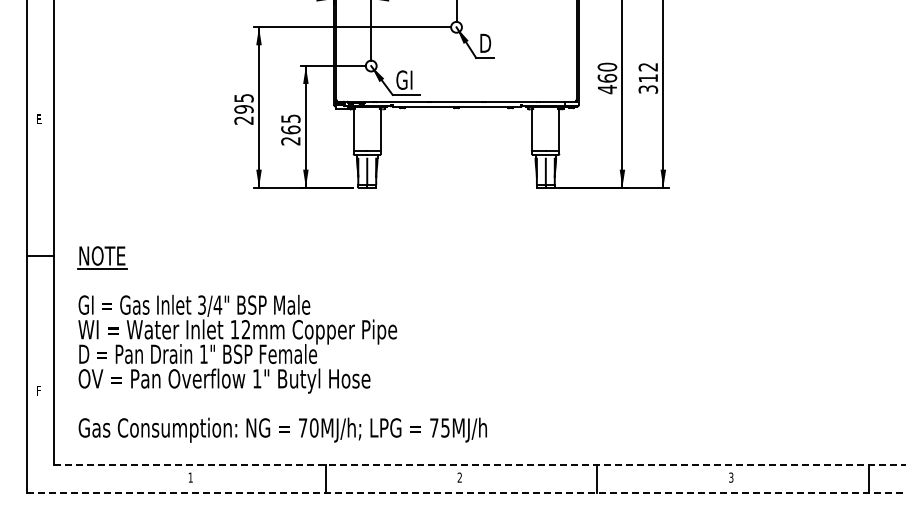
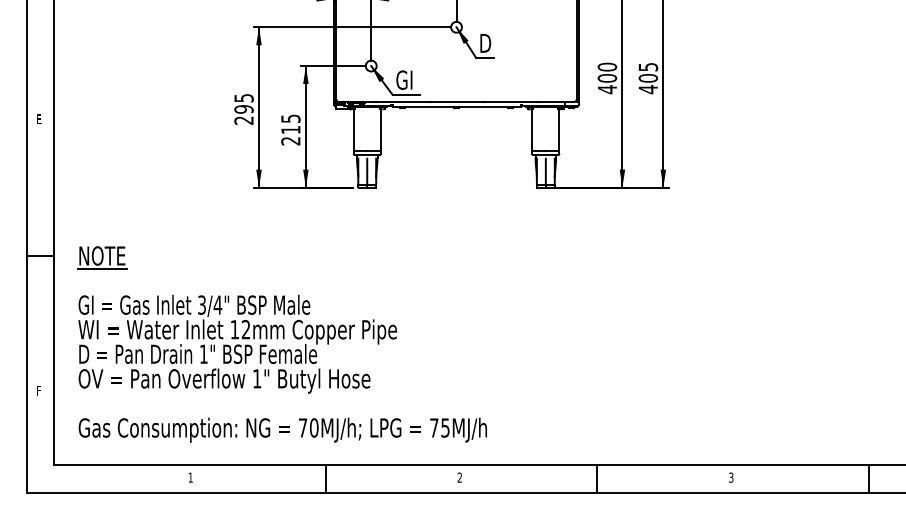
text at (606, 77): 460 -> 400
text at (648, 78): 312 -> 405
text at (290, 129): 265 -> 215
line at (480, 465): dashed -> solid
line at (466, 492): dashed -> solid
